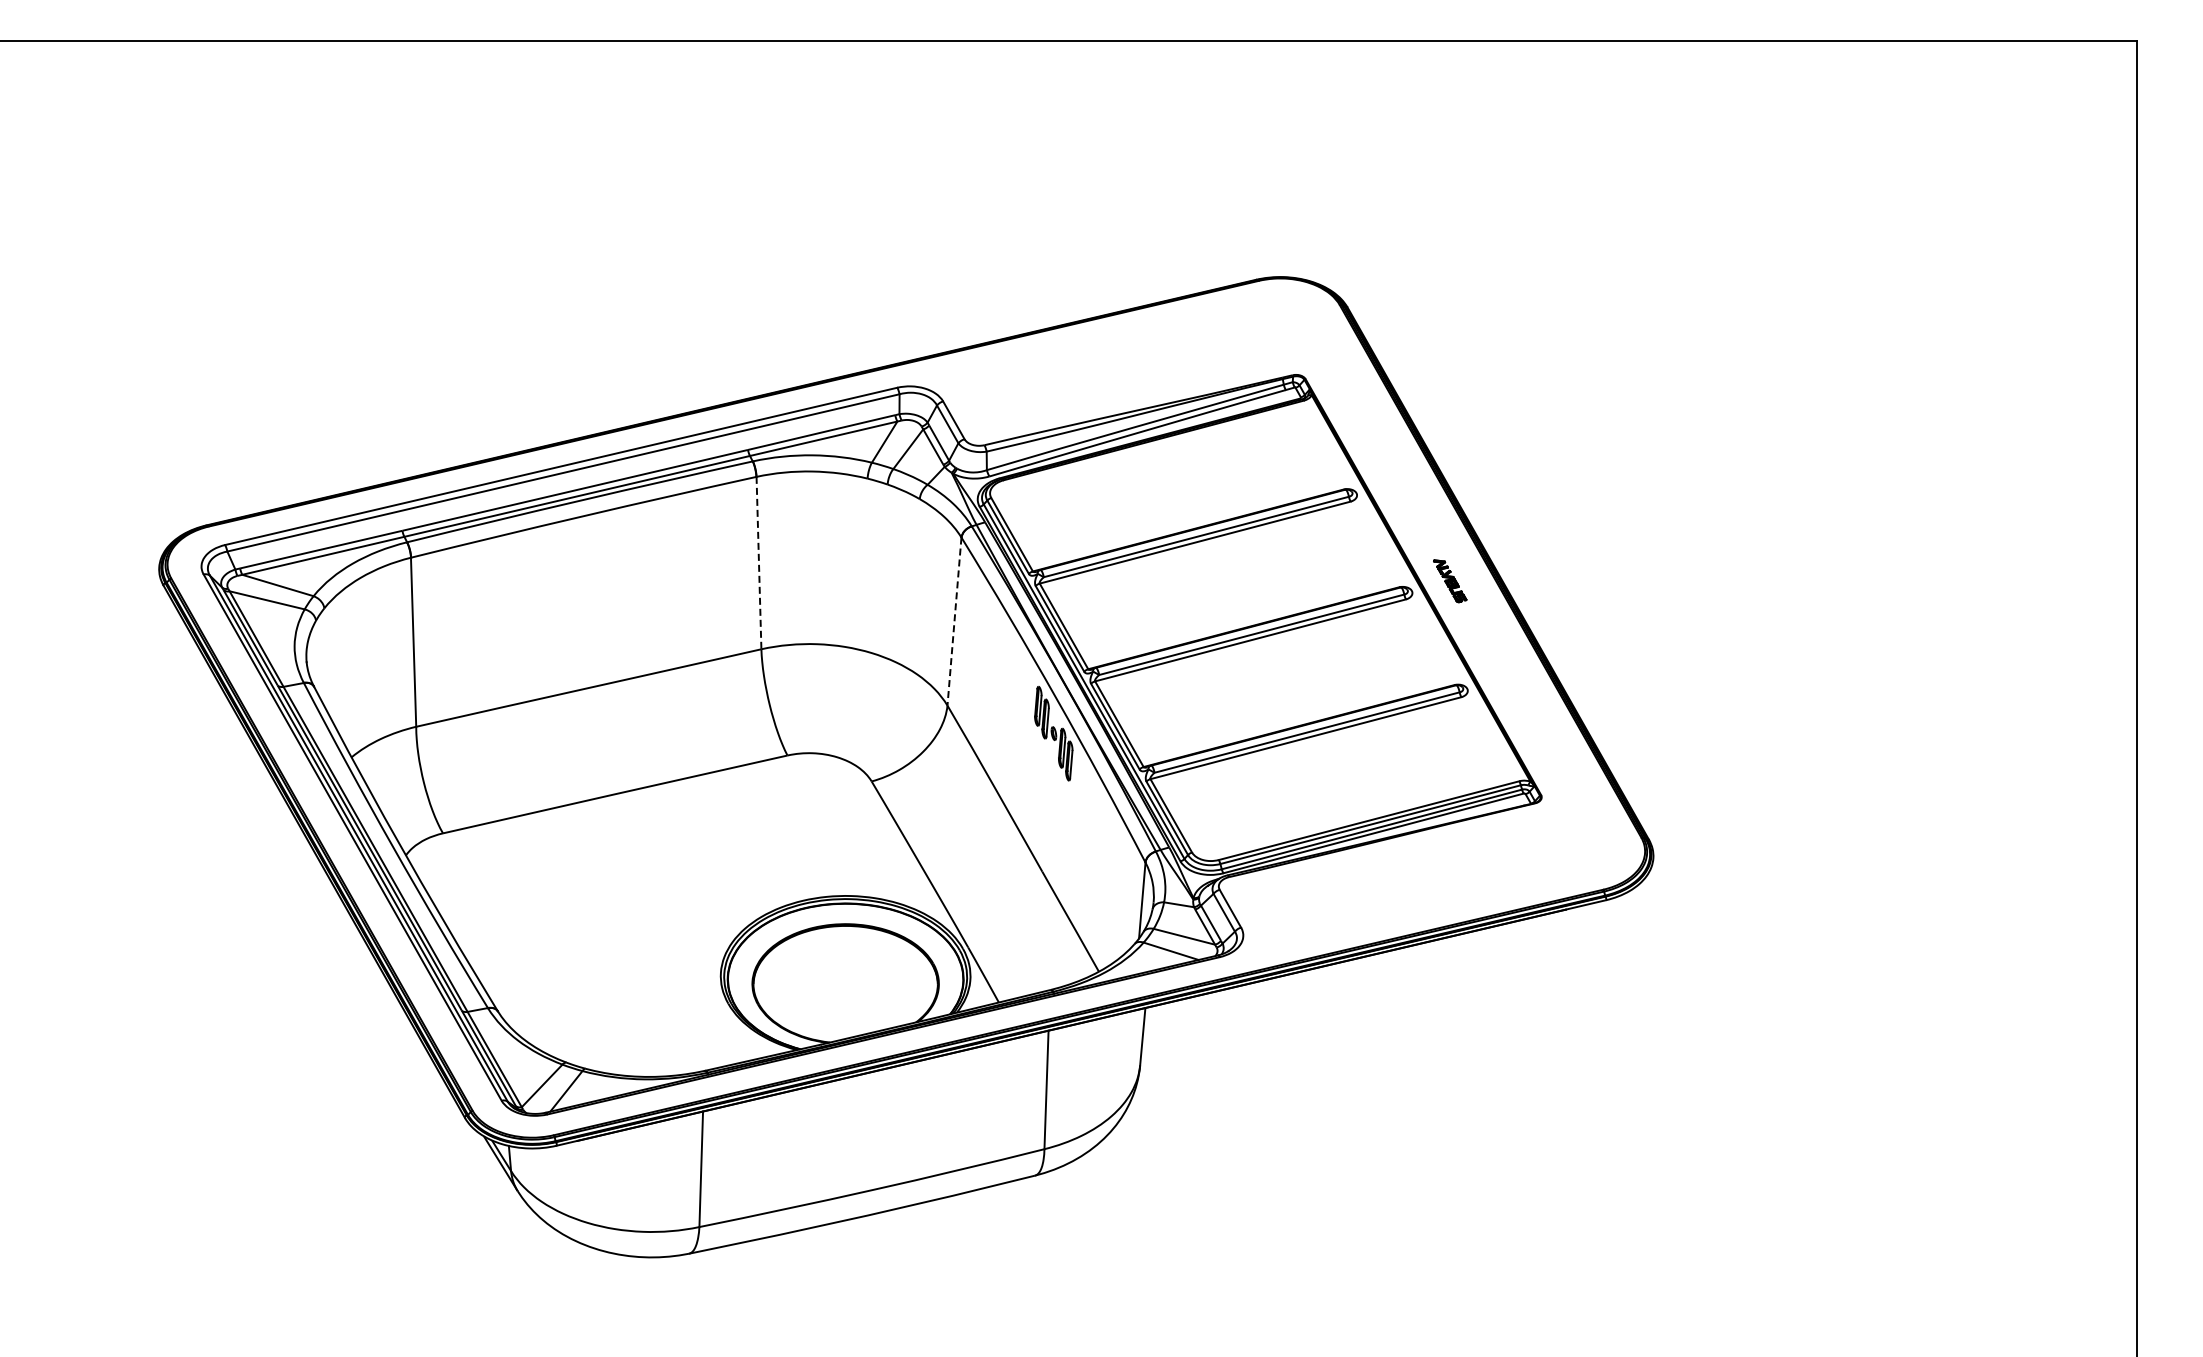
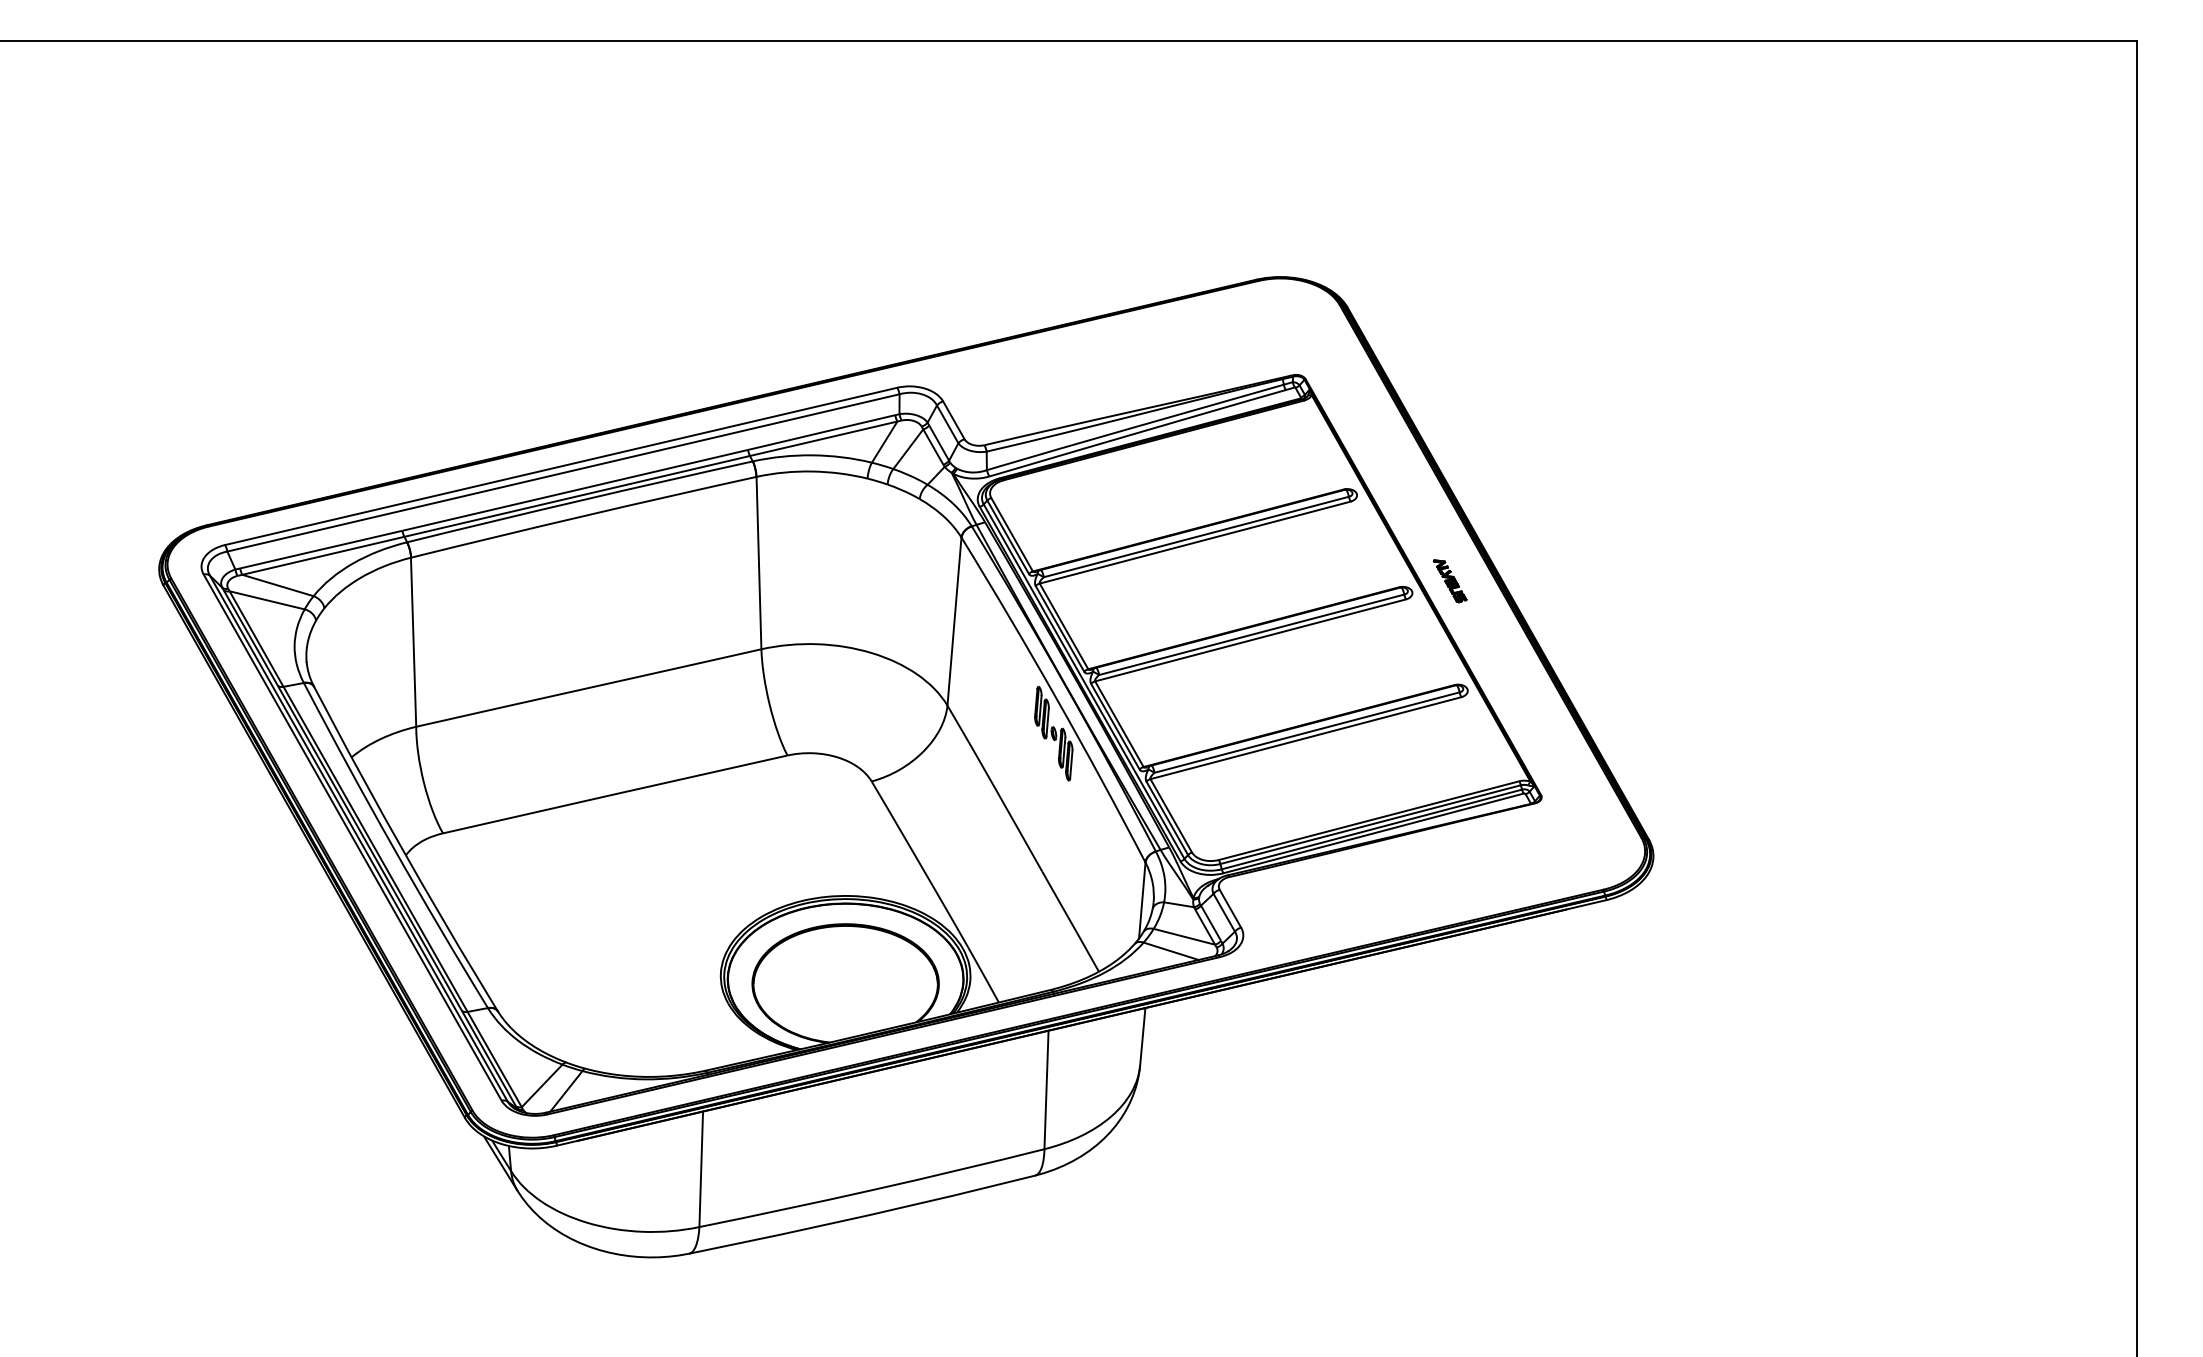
line at (759, 563): dashed -> solid
line at (954, 622): dashed -> solid
